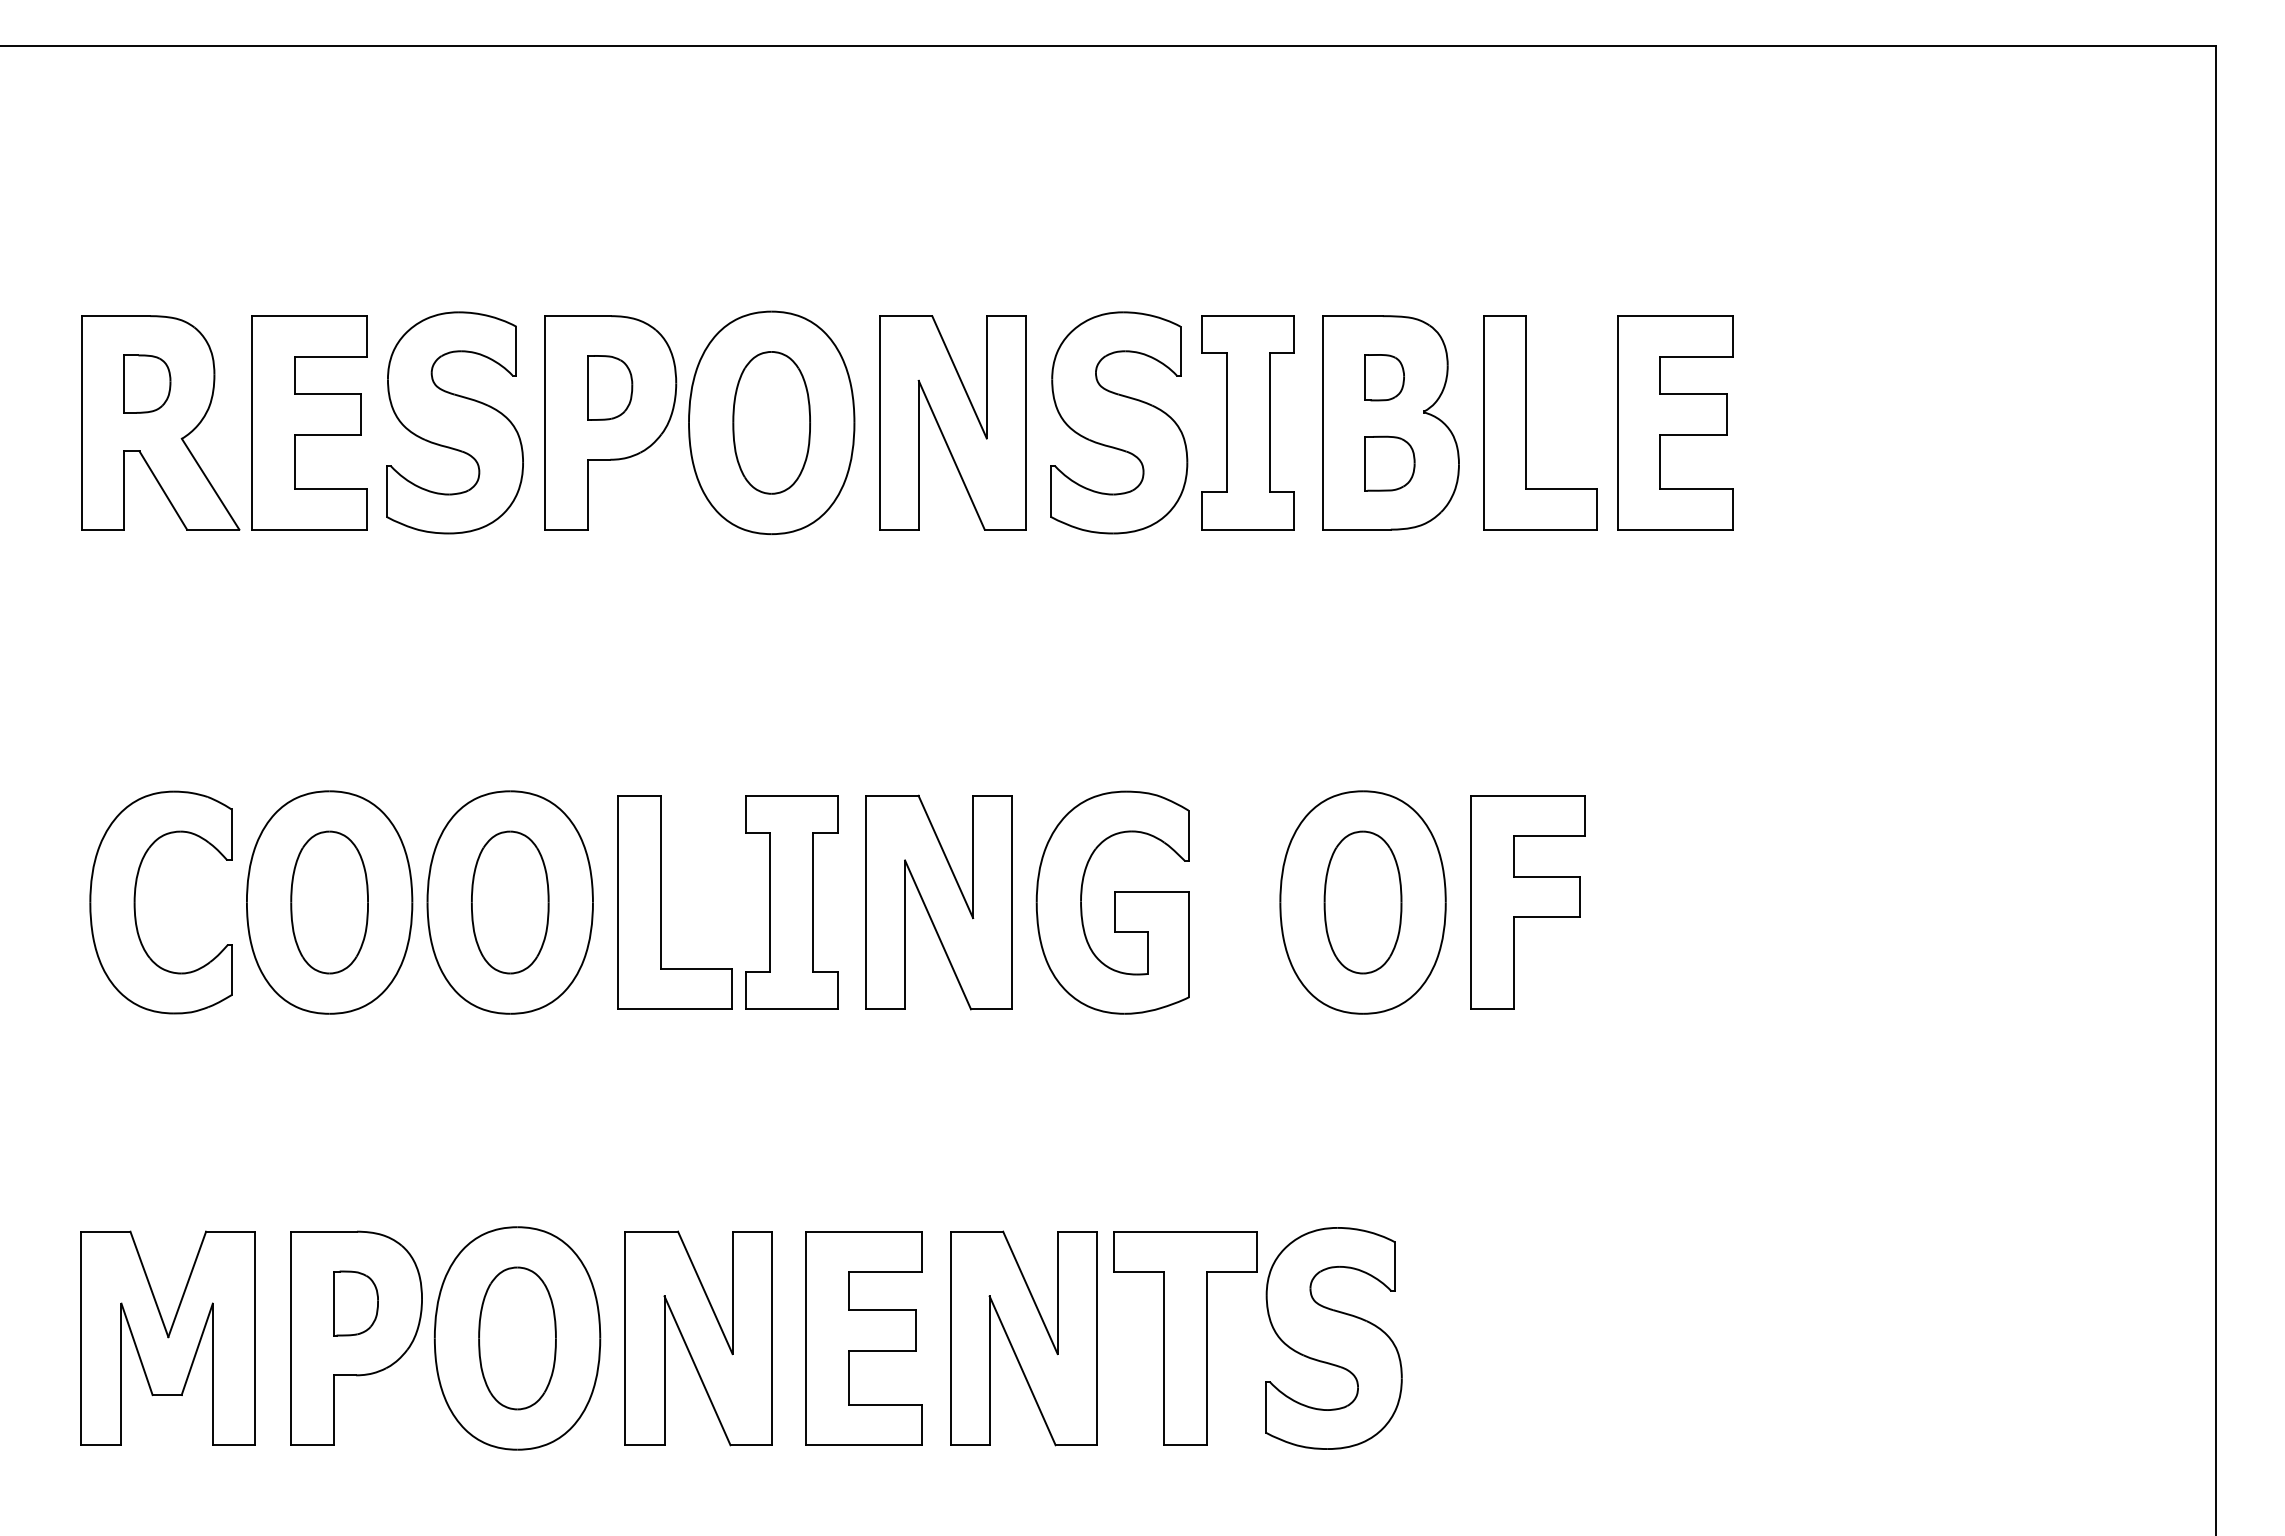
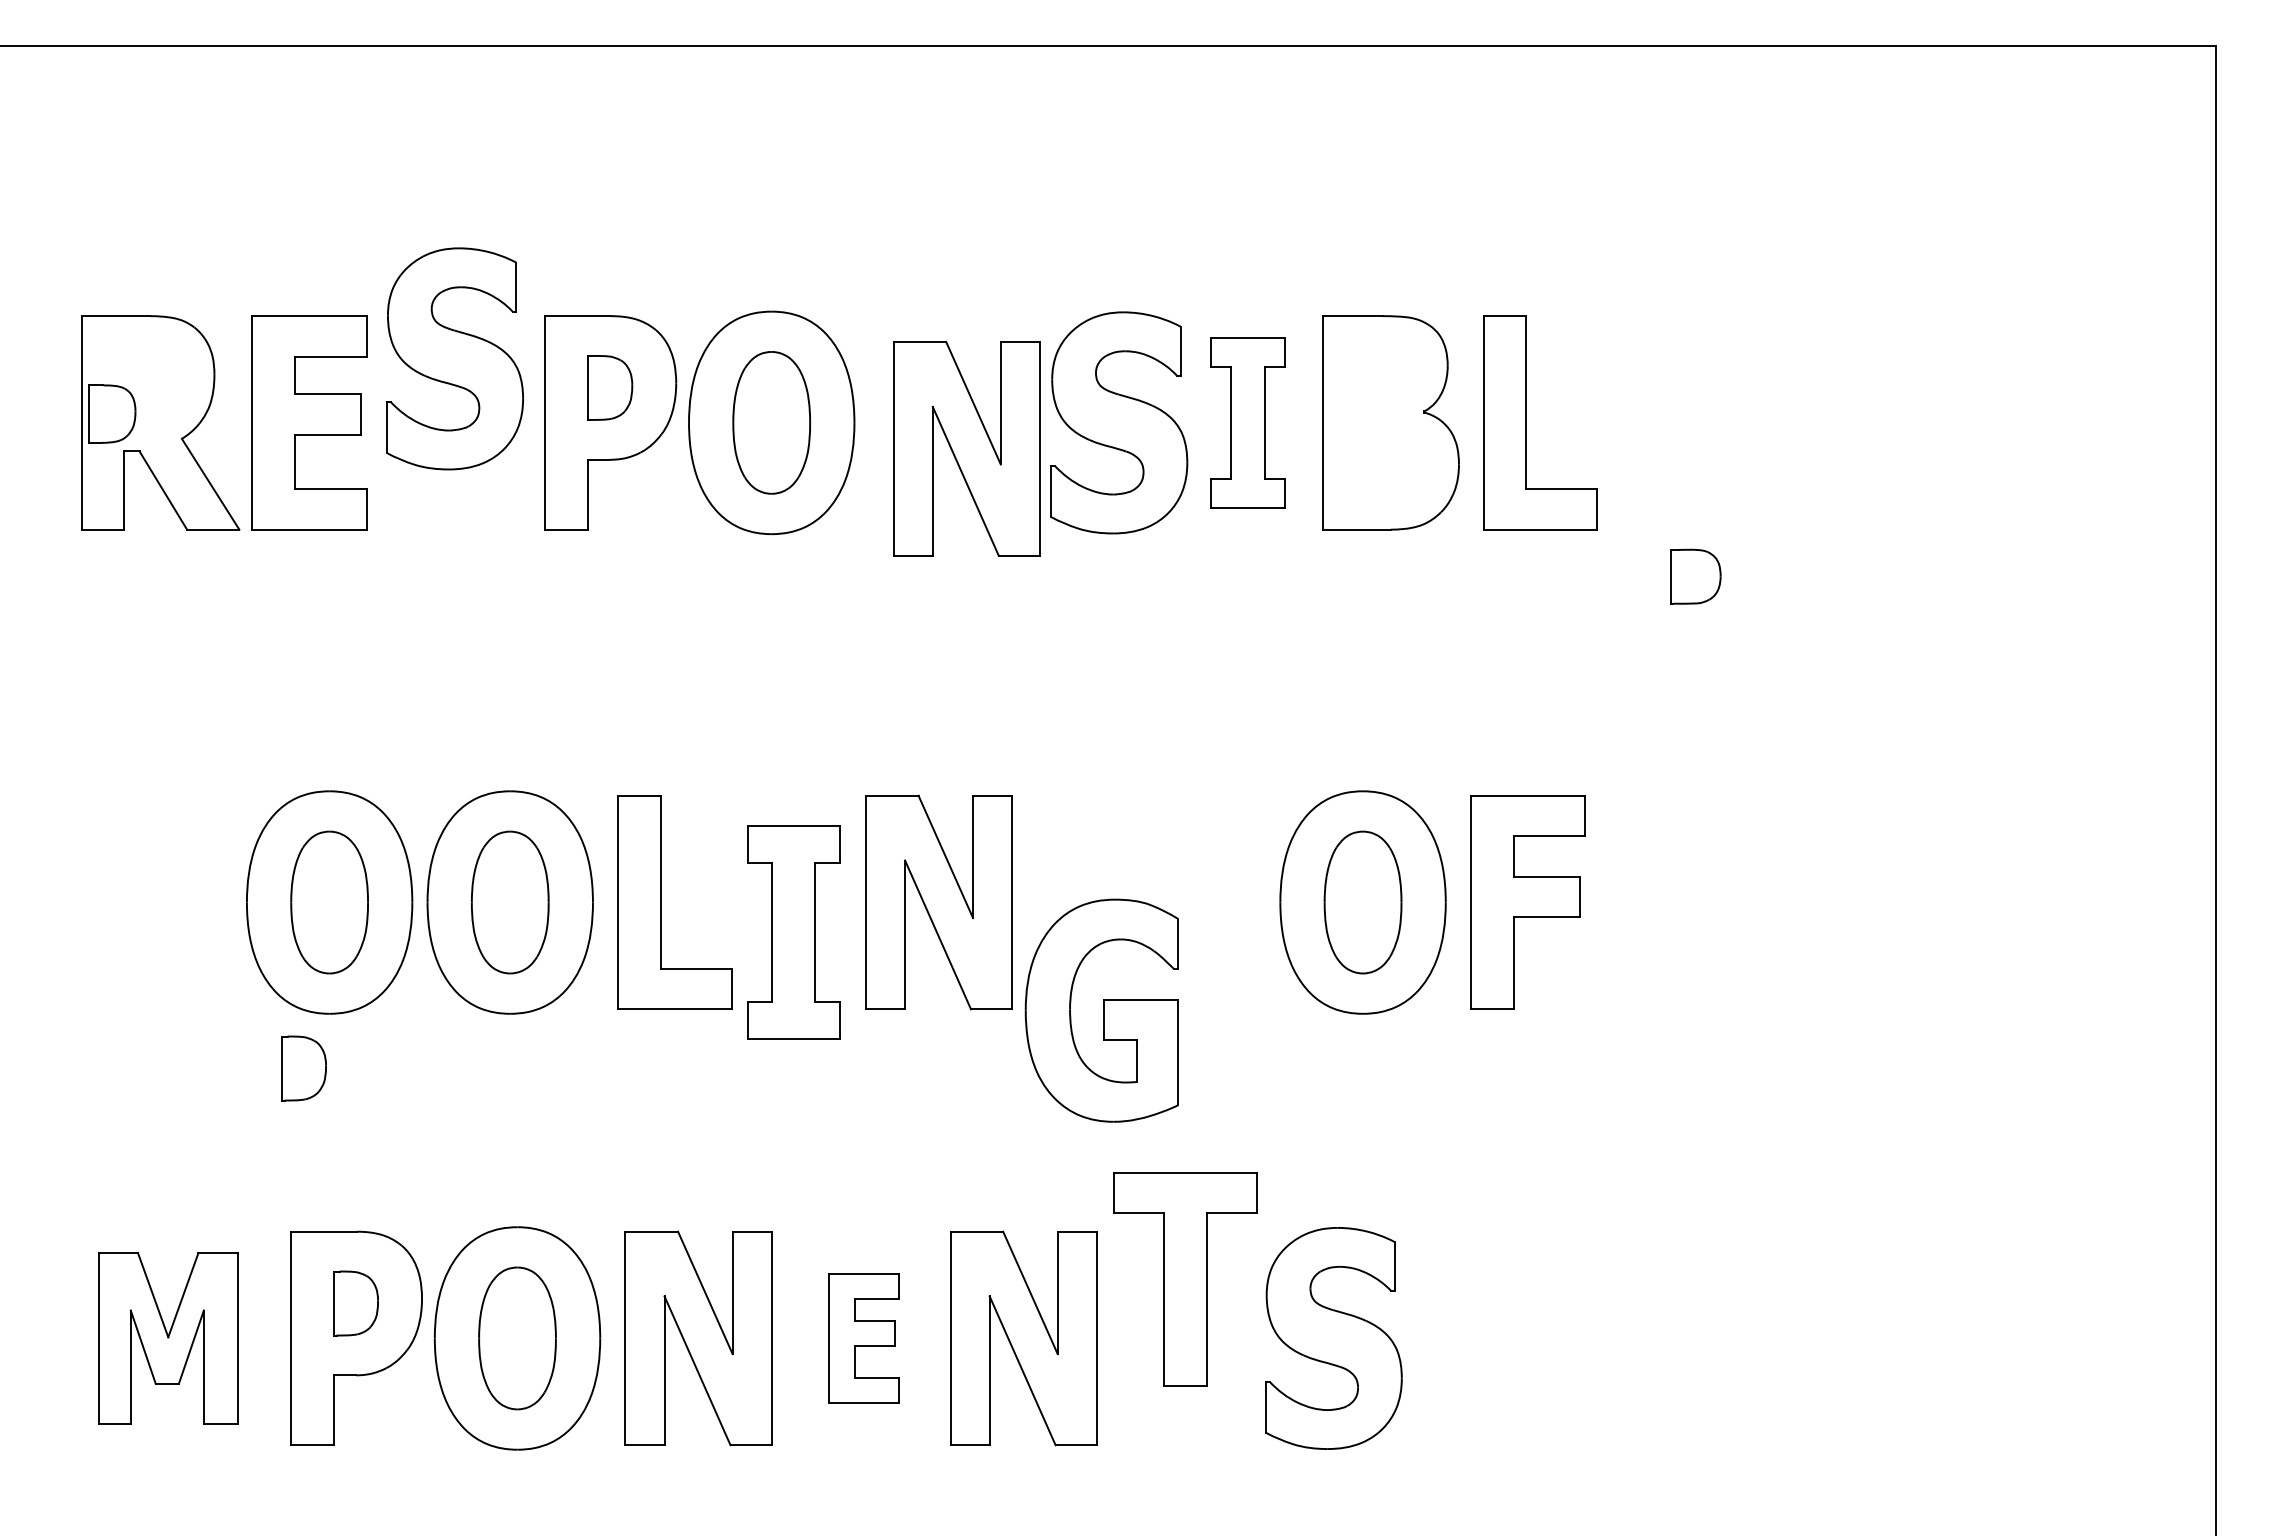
part at (1384, 377): present -> none
part at (147, 383) position: (147, 383) -> (112, 413)
part at (454, 422) position: (454, 422) -> (454, 358)
part at (952, 422) position: (952, 422) -> (966, 448)
part at (1247, 422) size: 94x216 px -> 76x172 px
part at (1675, 422): present -> none
part at (1389, 463) position: (1389, 463) -> (1695, 576)
part at (135, 902): present -> none
part at (791, 902) position: (791, 902) -> (793, 932)
part at (1112, 902) position: (1112, 902) -> (1101, 1010)
part at (303, 1068): none -> present
part at (167, 1337) size: 176x216 px -> 141x173 px
part at (863, 1338) size: 118x215 px -> 72x131 px
part at (1185, 1338) position: (1185, 1338) -> (1185, 1279)
